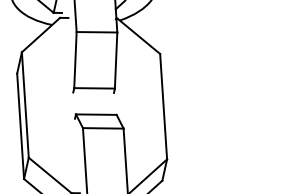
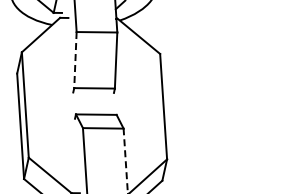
line at (75, 60): solid -> dashed
line at (125, 160): solid -> dashed
